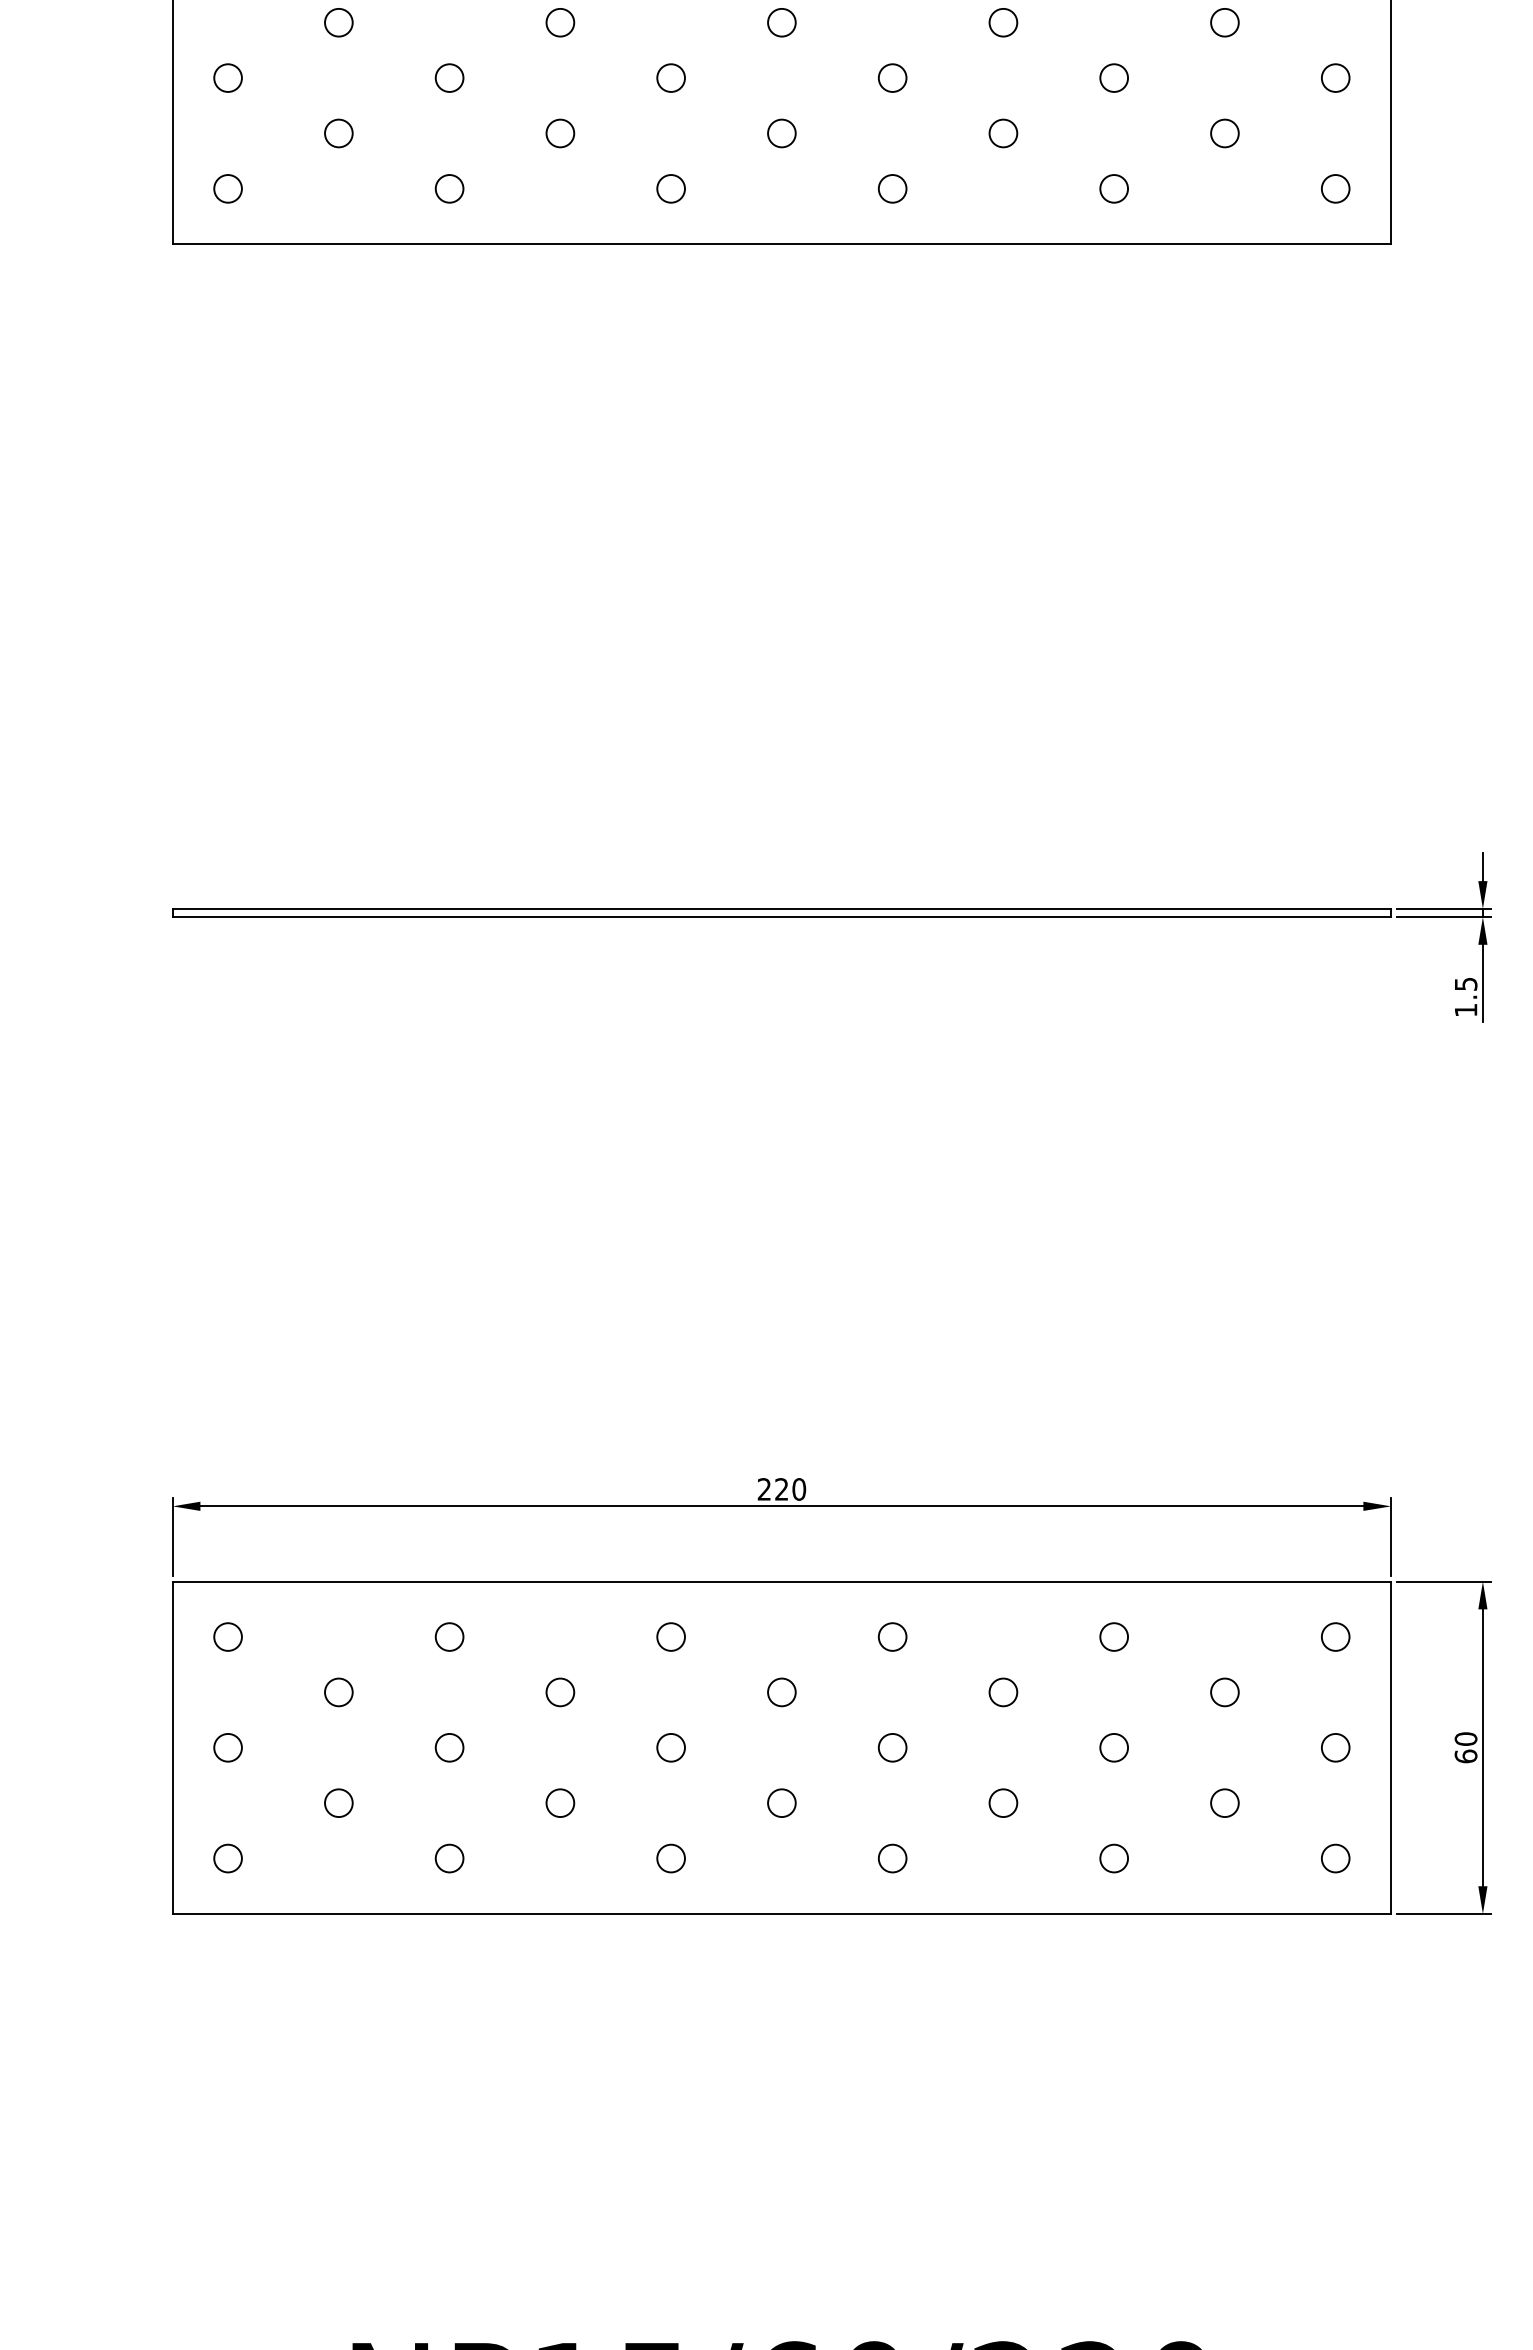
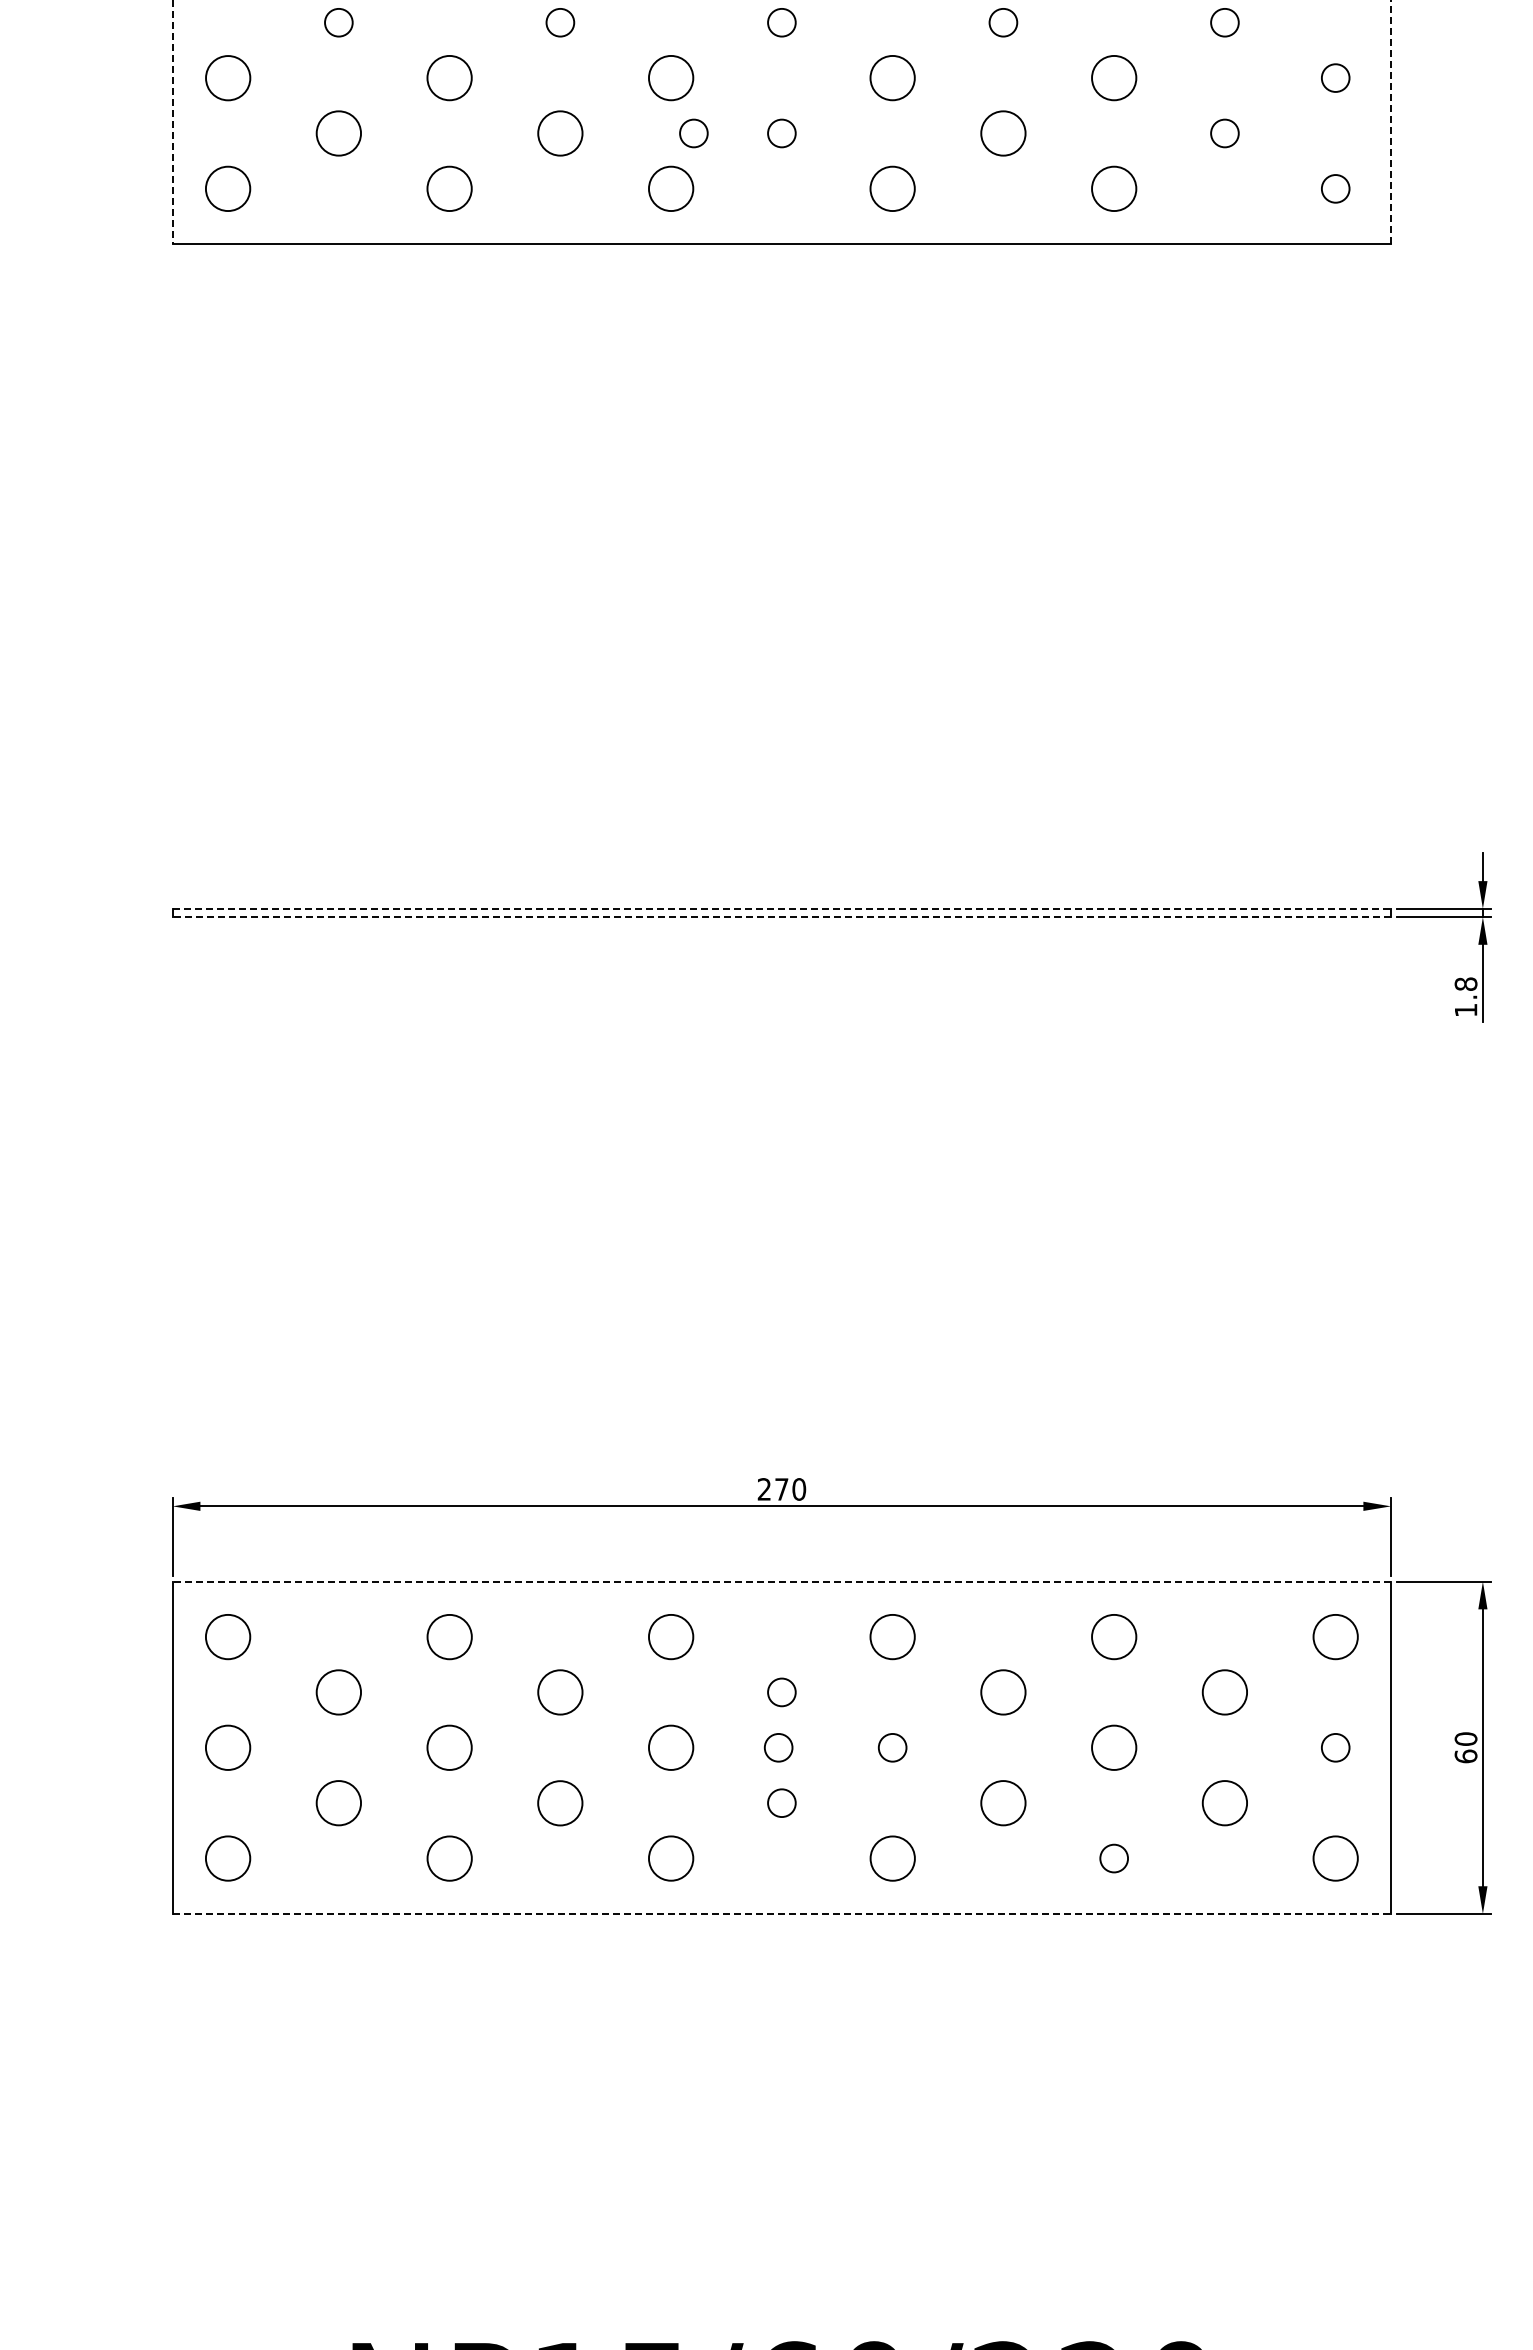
circle at (227, 77) size: 30x30 px -> 47x47 px
circle at (449, 77) diameter: 28 px -> 44 px
circle at (670, 77) diameter: 28 px -> 44 px
circle at (892, 77) diameter: 28 px -> 44 px
circle at (1114, 77) diameter: 28 px -> 44 px
line at (172, 122): solid -> dashed
line at (1391, 122): solid -> dashed
circle at (338, 133) diameter: 28 px -> 44 px
circle at (560, 133) diameter: 28 px -> 44 px
circle at (693, 133): none -> present
circle at (1003, 133) diameter: 28 px -> 44 px
circle at (227, 188) diameter: 28 px -> 44 px
circle at (449, 188) diameter: 28 px -> 44 px
circle at (670, 188) diameter: 28 px -> 44 px
circle at (892, 188) diameter: 28 px -> 44 px
circle at (1114, 188) diameter: 28 px -> 44 px
line at (782, 908): solid -> dashed
line at (781, 917): solid -> dashed
text at (1465, 983): 1.5 -> 1.8
text at (781, 1489): 220 -> 270
line at (781, 1581): solid -> dashed
circle at (227, 1636) diameter: 28 px -> 44 px
circle at (449, 1636) size: 31x30 px -> 47x47 px
circle at (670, 1636) diameter: 28 px -> 44 px
circle at (892, 1636) diameter: 28 px -> 44 px
circle at (1114, 1636) diameter: 28 px -> 44 px
circle at (1335, 1636) diameter: 28 px -> 44 px
circle at (338, 1692) diameter: 28 px -> 44 px
circle at (560, 1692) diameter: 28 px -> 44 px
circle at (1003, 1692) diameter: 28 px -> 44 px
circle at (1224, 1692) diameter: 28 px -> 44 px
circle at (227, 1747) diameter: 28 px -> 44 px
circle at (449, 1747) diameter: 28 px -> 44 px
circle at (670, 1747) diameter: 28 px -> 44 px
circle at (778, 1747): none -> present
circle at (1114, 1747) diameter: 28 px -> 44 px
circle at (560, 1802) size: 31x30 px -> 47x47 px
circle at (338, 1803) diameter: 28 px -> 44 px
circle at (1003, 1803) diameter: 28 px -> 44 px
circle at (1224, 1803) diameter: 28 px -> 44 px
circle at (227, 1858) diameter: 28 px -> 44 px
circle at (449, 1858) size: 31x31 px -> 47x47 px
circle at (670, 1858) diameter: 28 px -> 44 px
circle at (892, 1858) size: 31x31 px -> 47x47 px
circle at (1335, 1858) diameter: 28 px -> 44 px
line at (782, 1913): solid -> dashed
